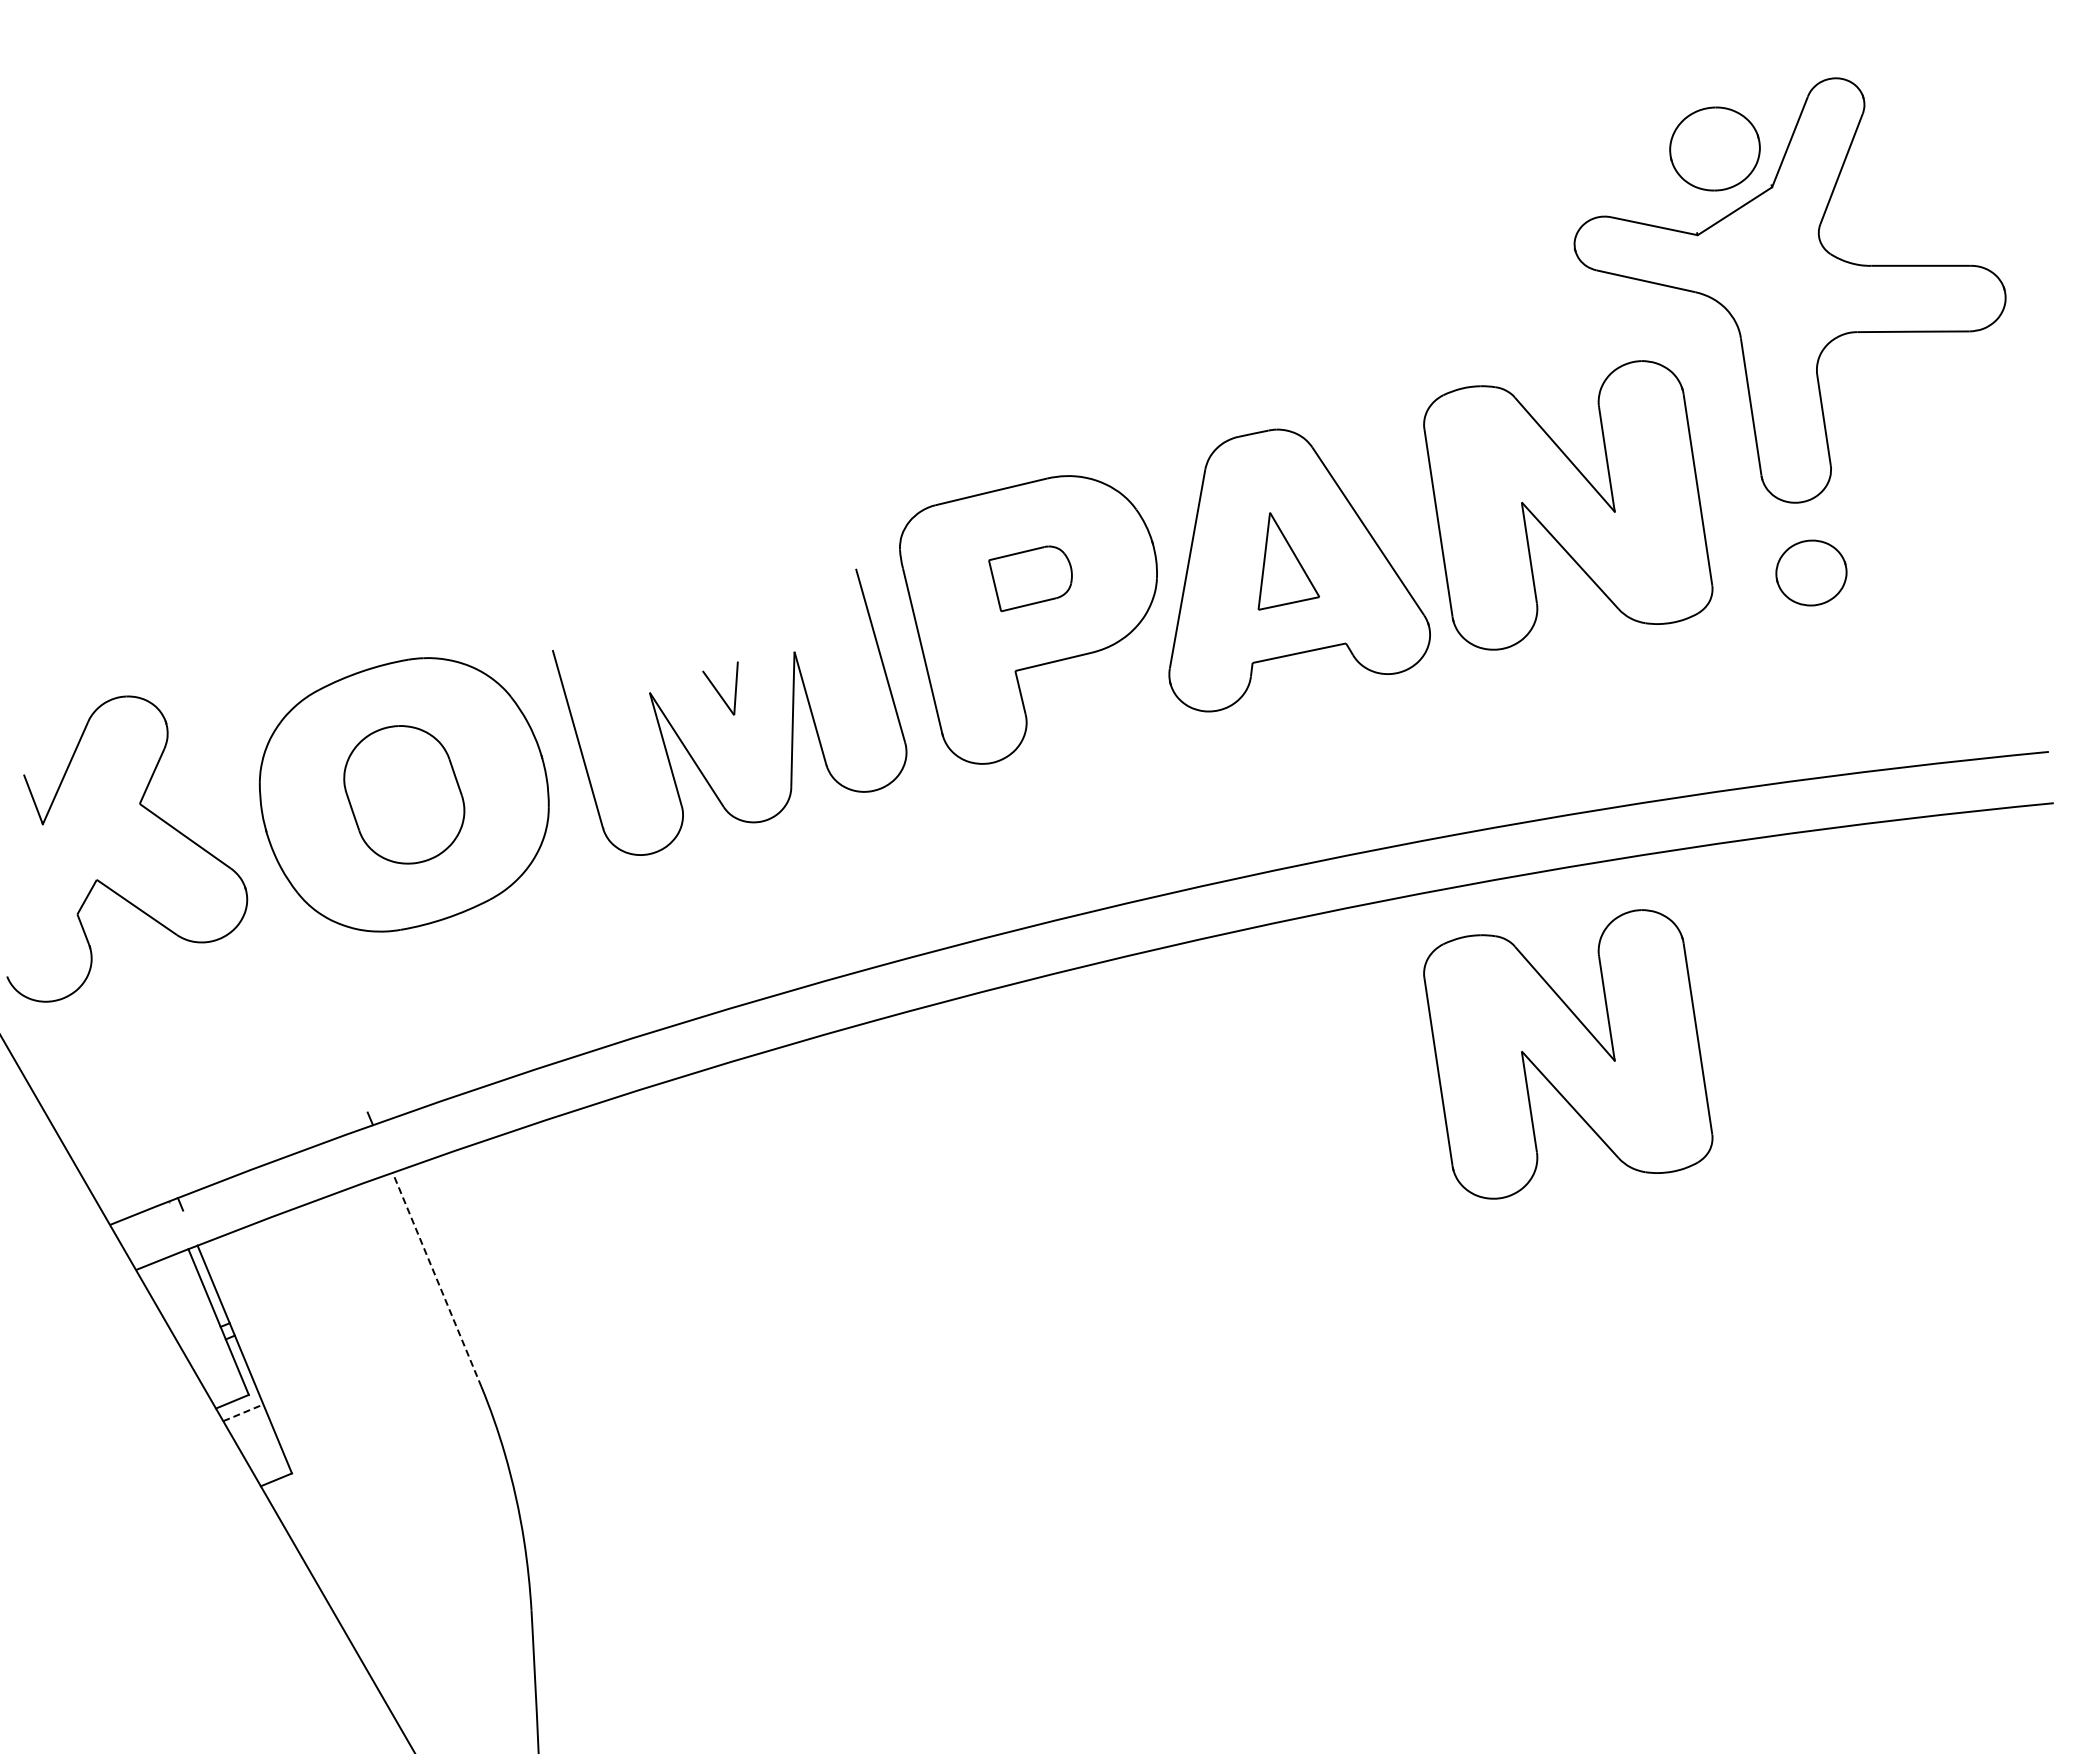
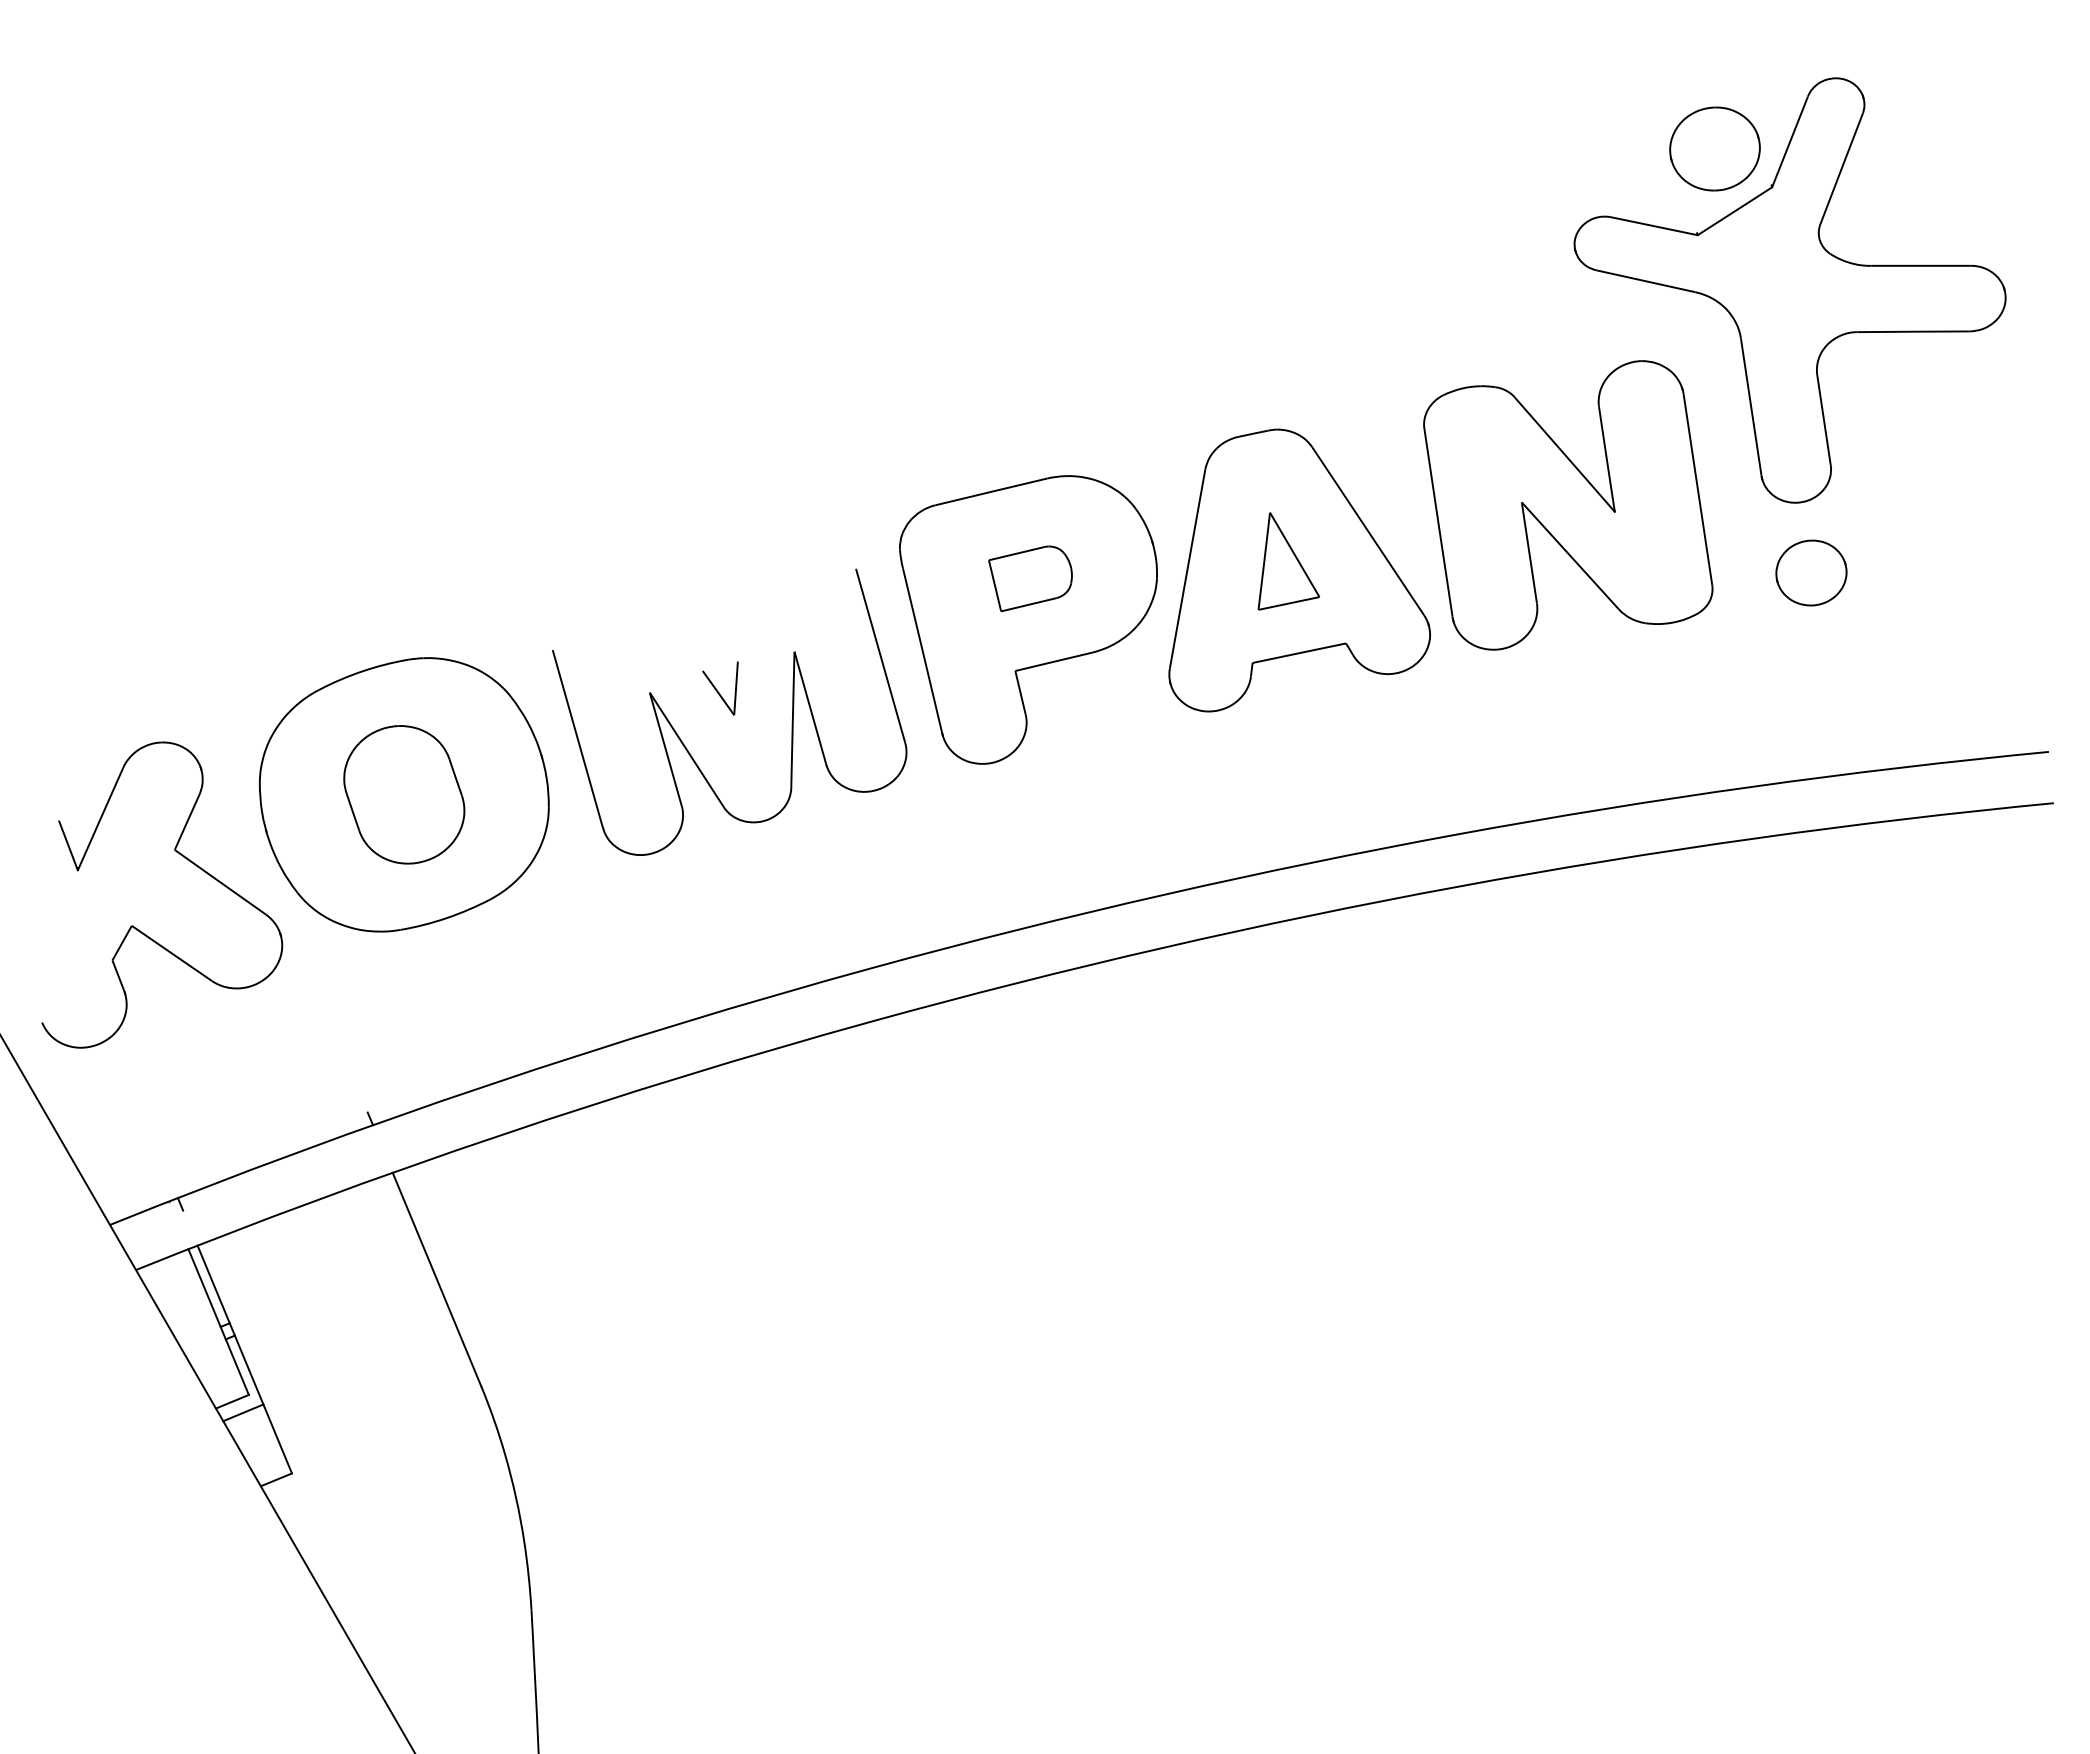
part at (101, 881) position: (101, 881) -> (136, 927)
part at (1568, 1054): present -> none
line at (437, 1279): dashed -> solid
line at (243, 1412): dashed -> solid
